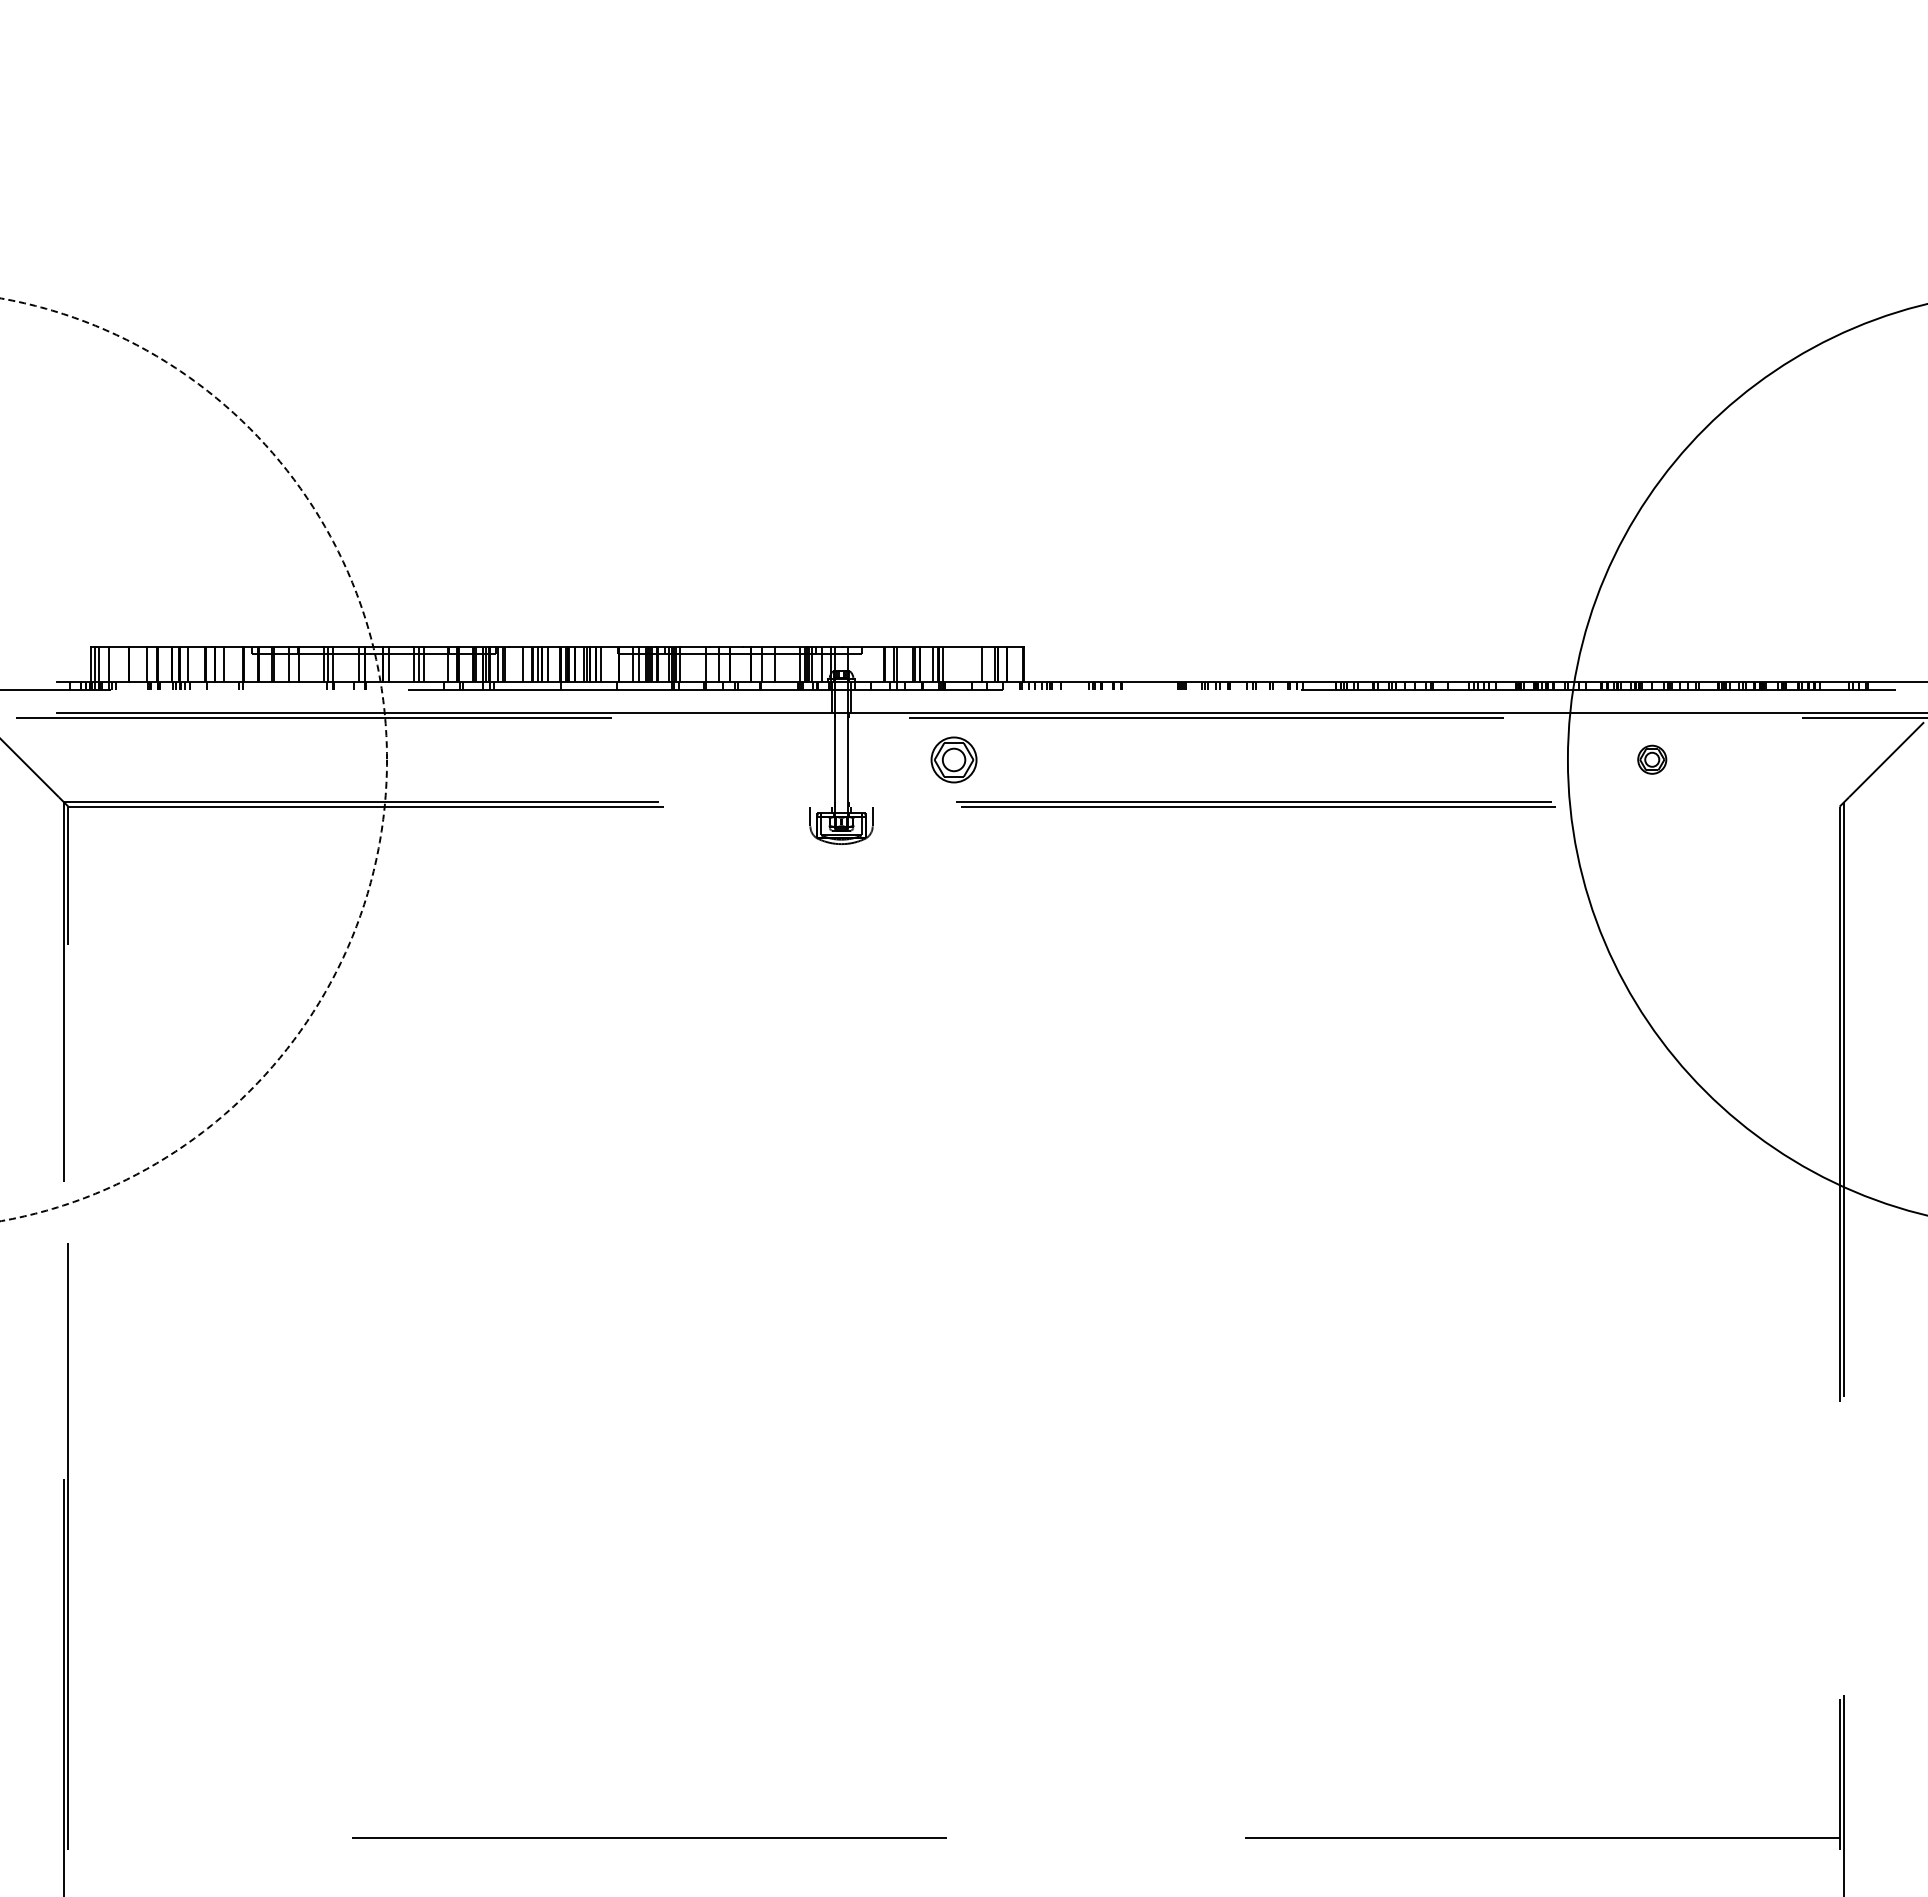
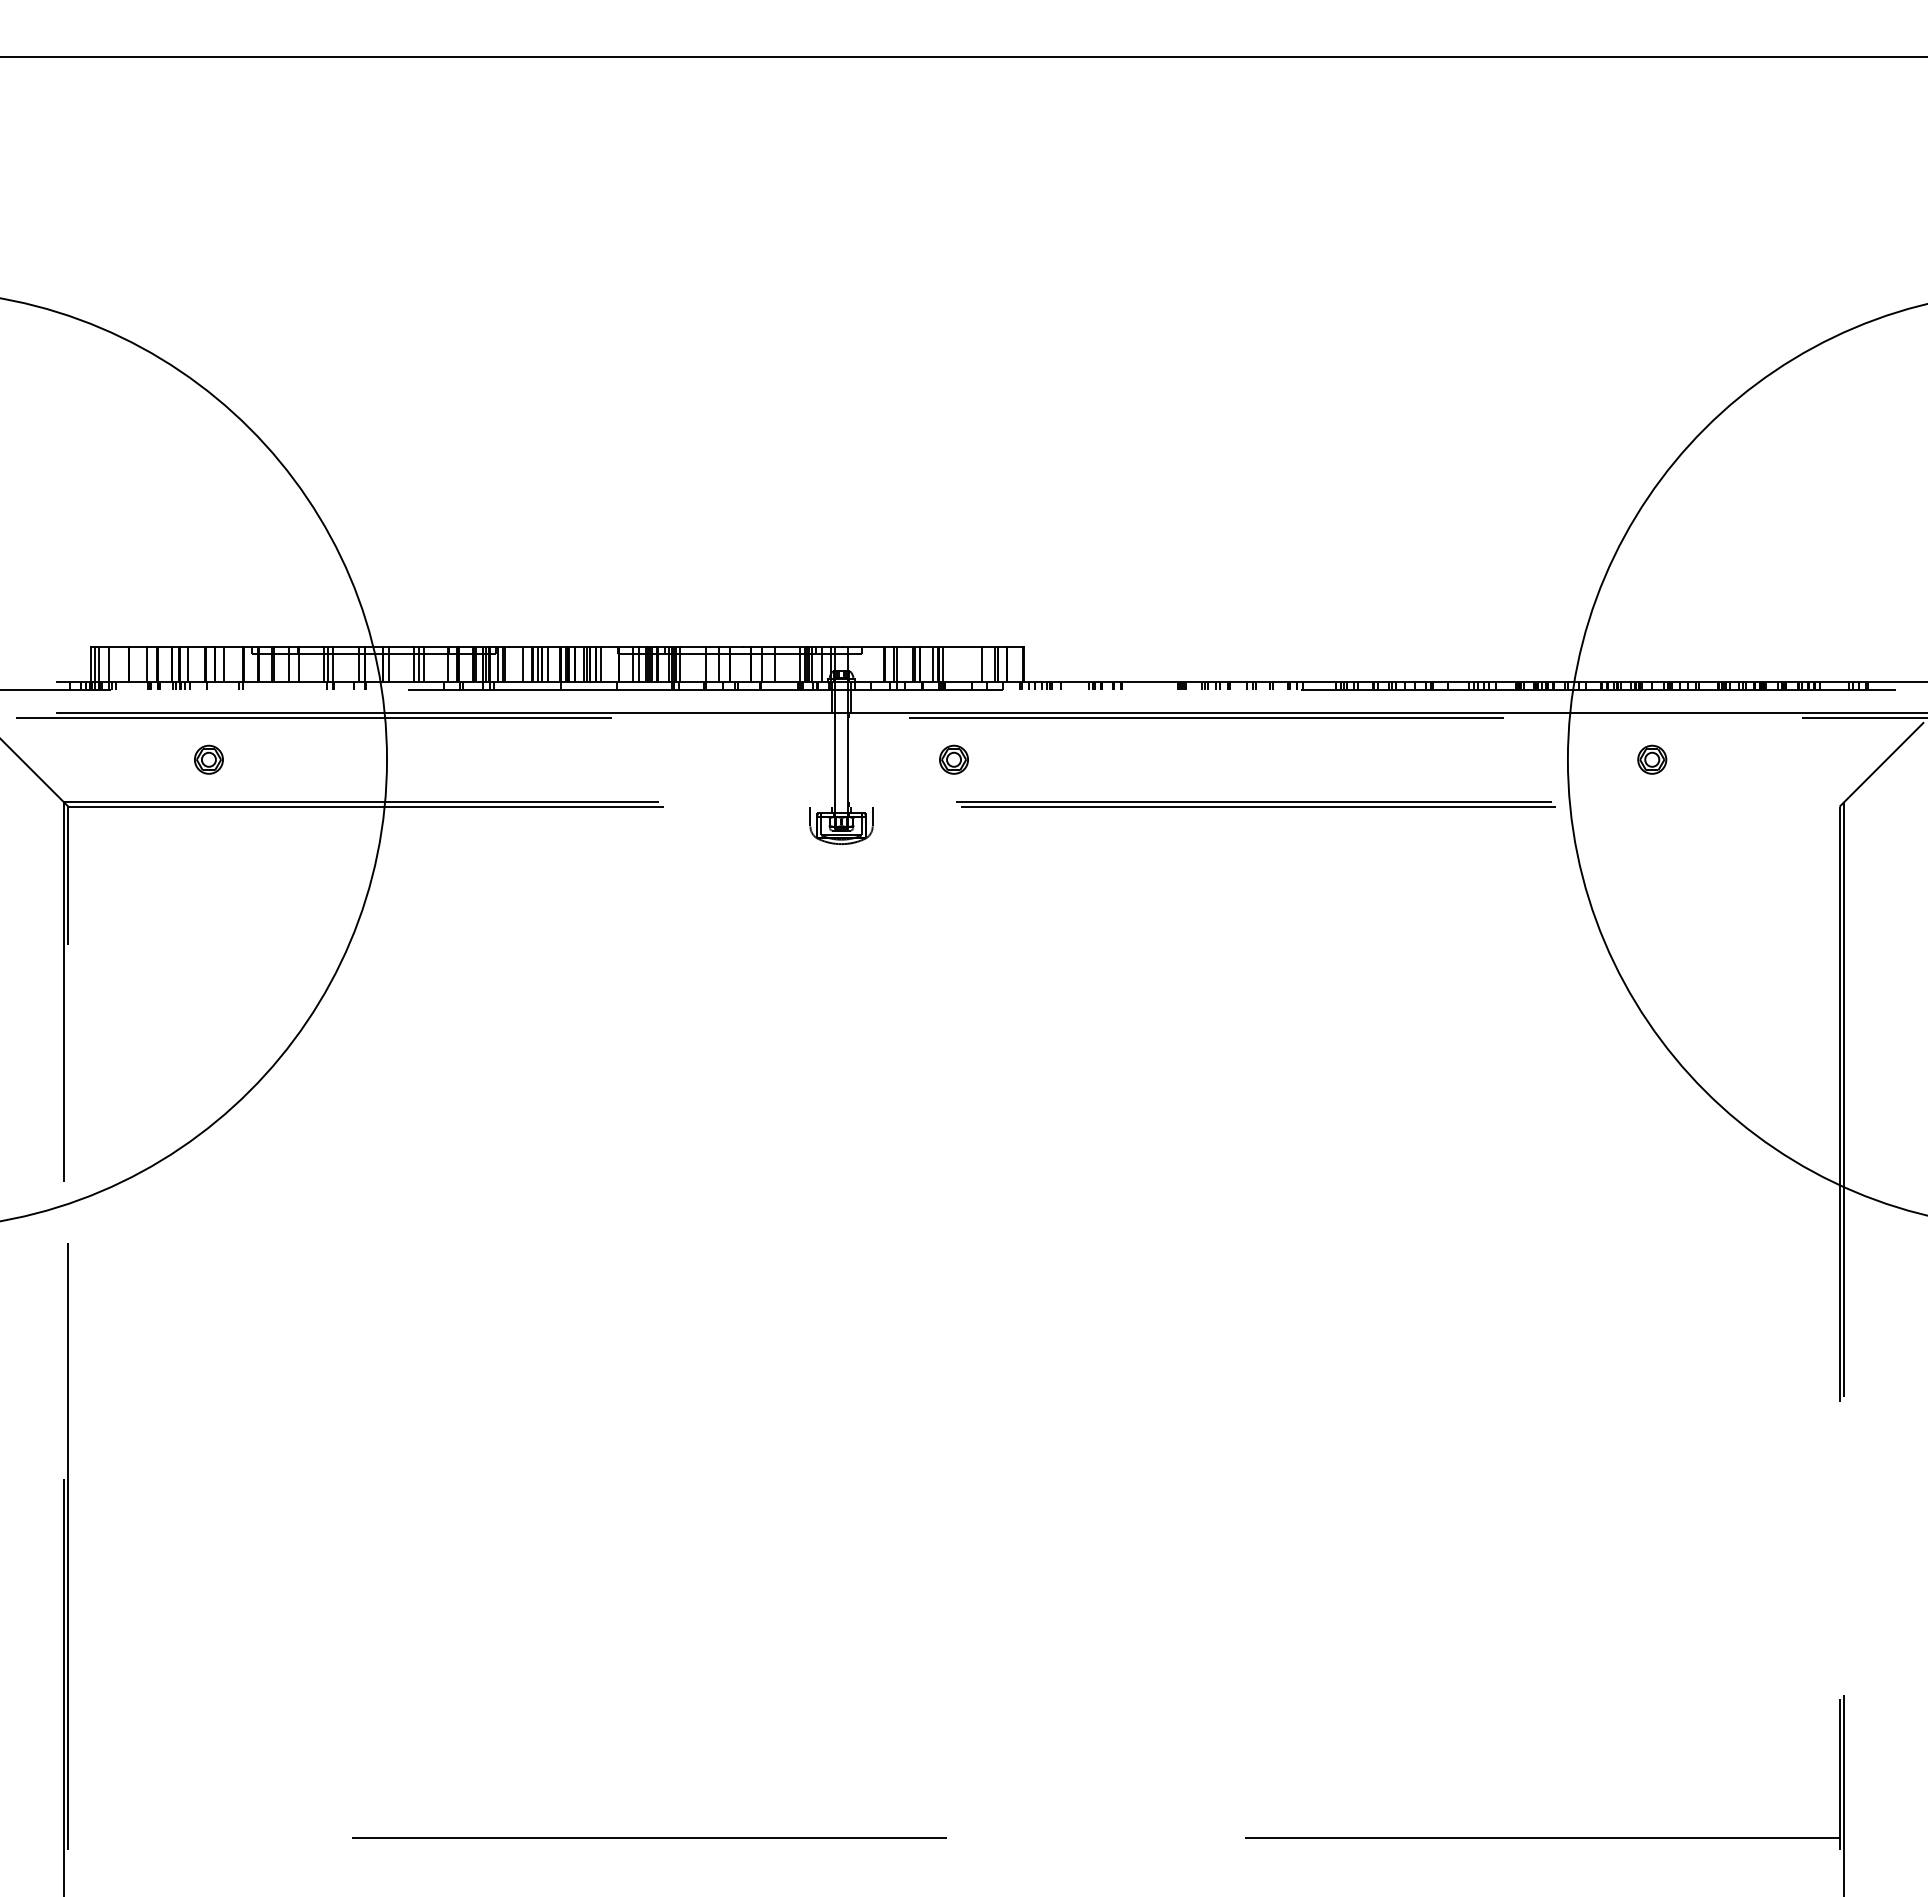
line at (963, 56): none -> present
circle at (193, 759): dashed -> solid
part at (208, 759): none -> present
part at (953, 759) size: 48x48 px -> 30x31 px
